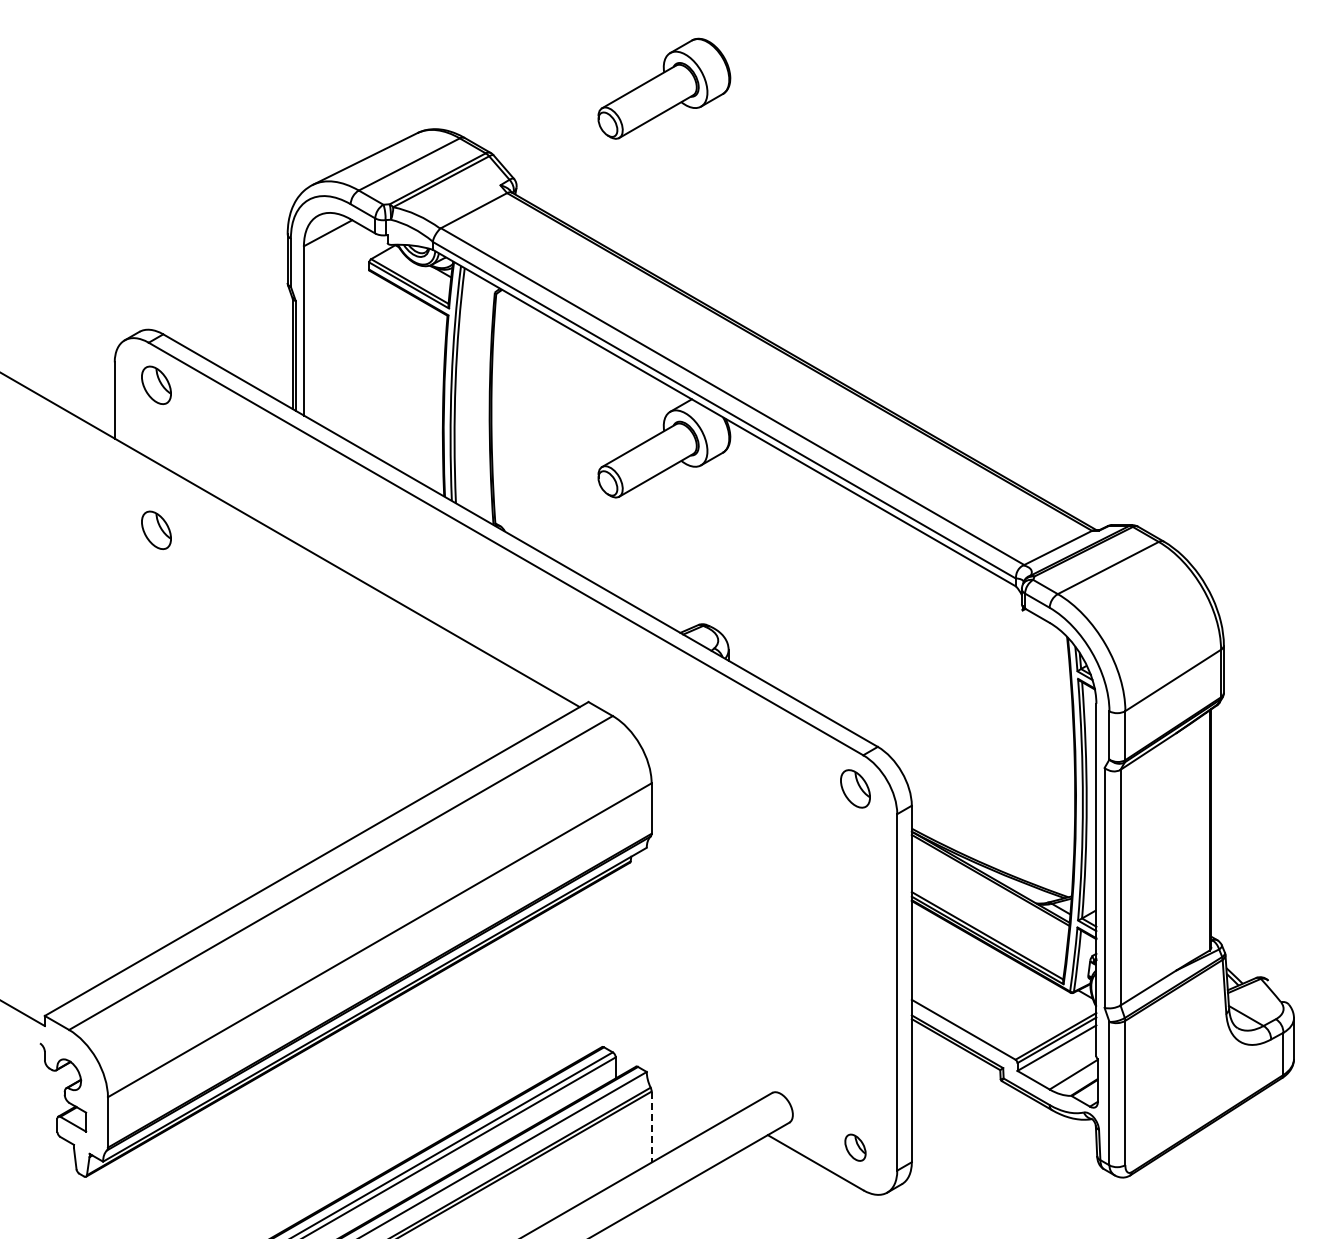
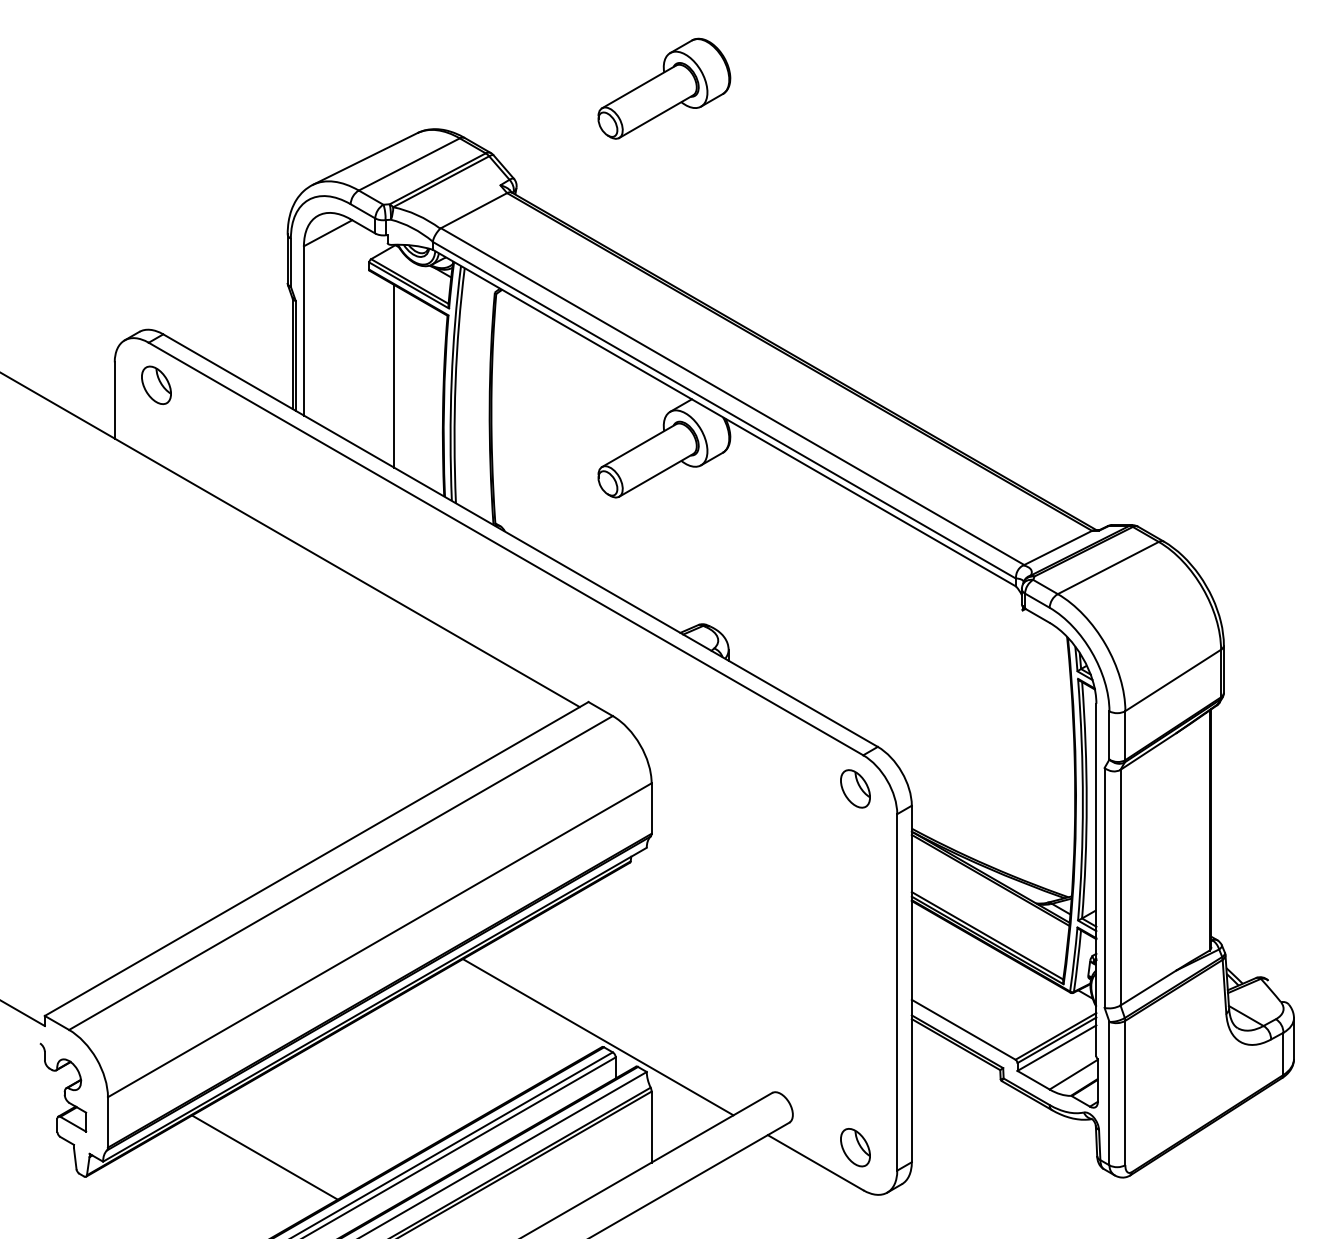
line at (394, 376): none -> present
part at (156, 529): present -> none
line at (597, 1037): none -> present
line at (651, 1127): dashed -> solid
part at (855, 1147) size: 23x29 px -> 31x40 px
line at (264, 1157): none -> present
